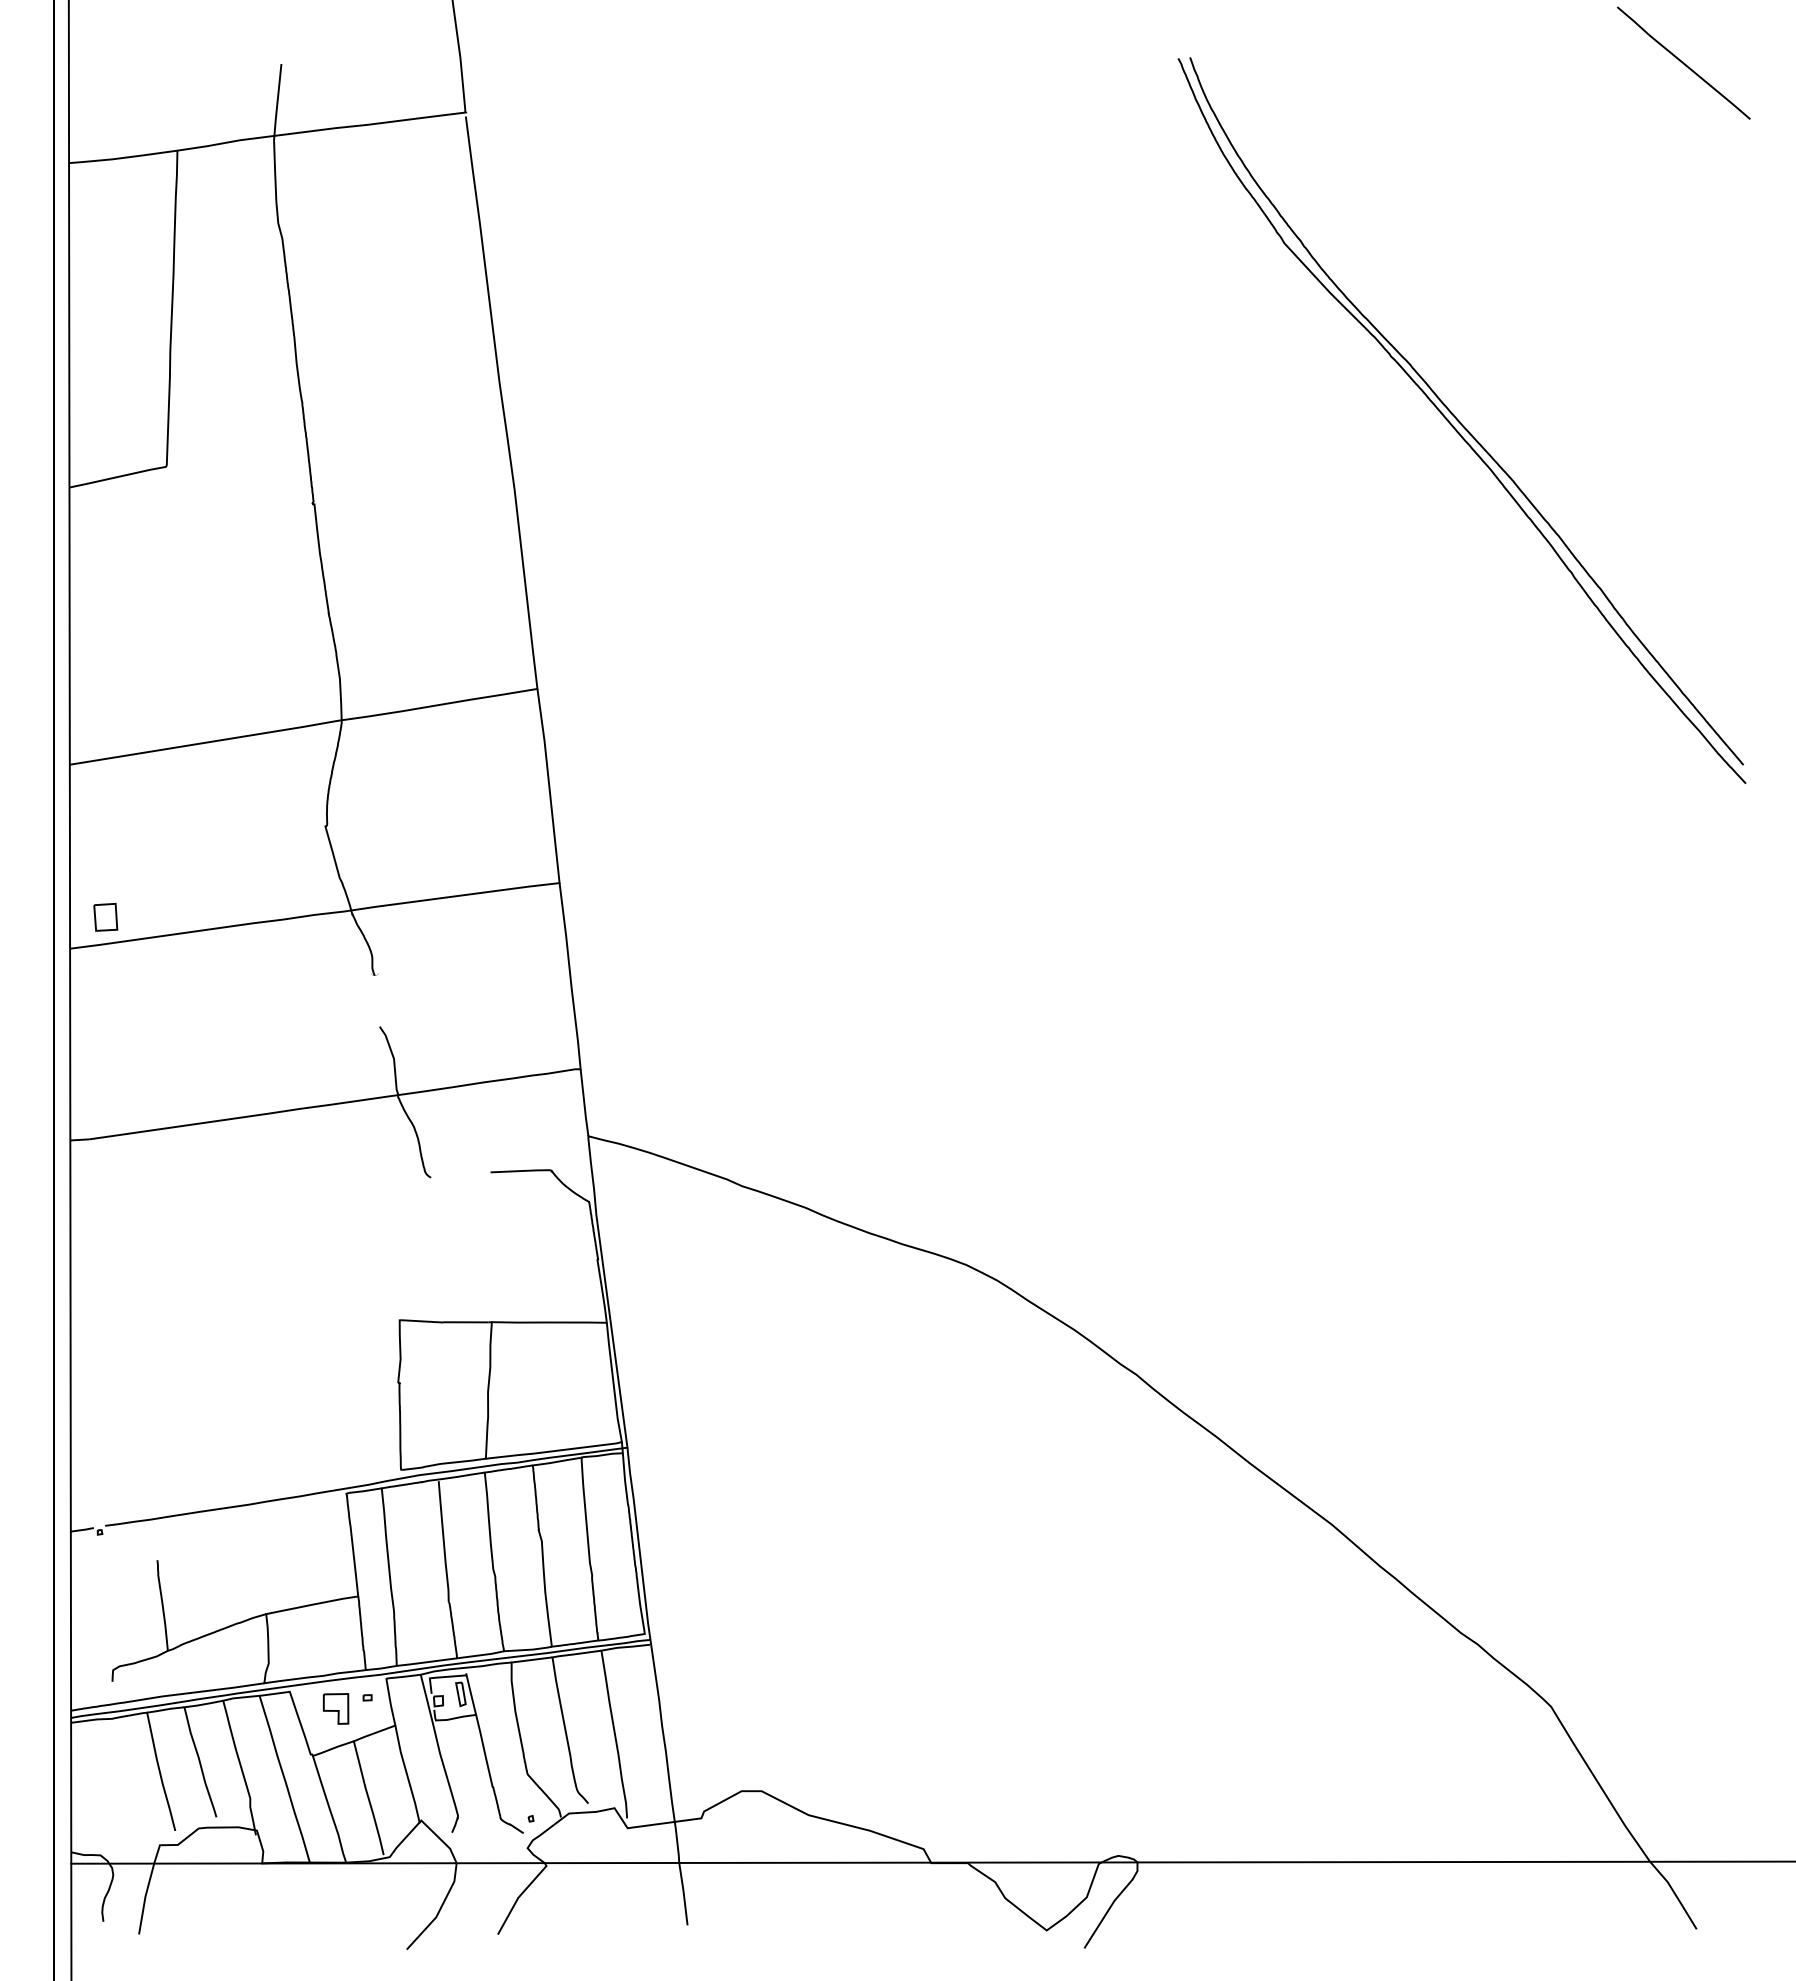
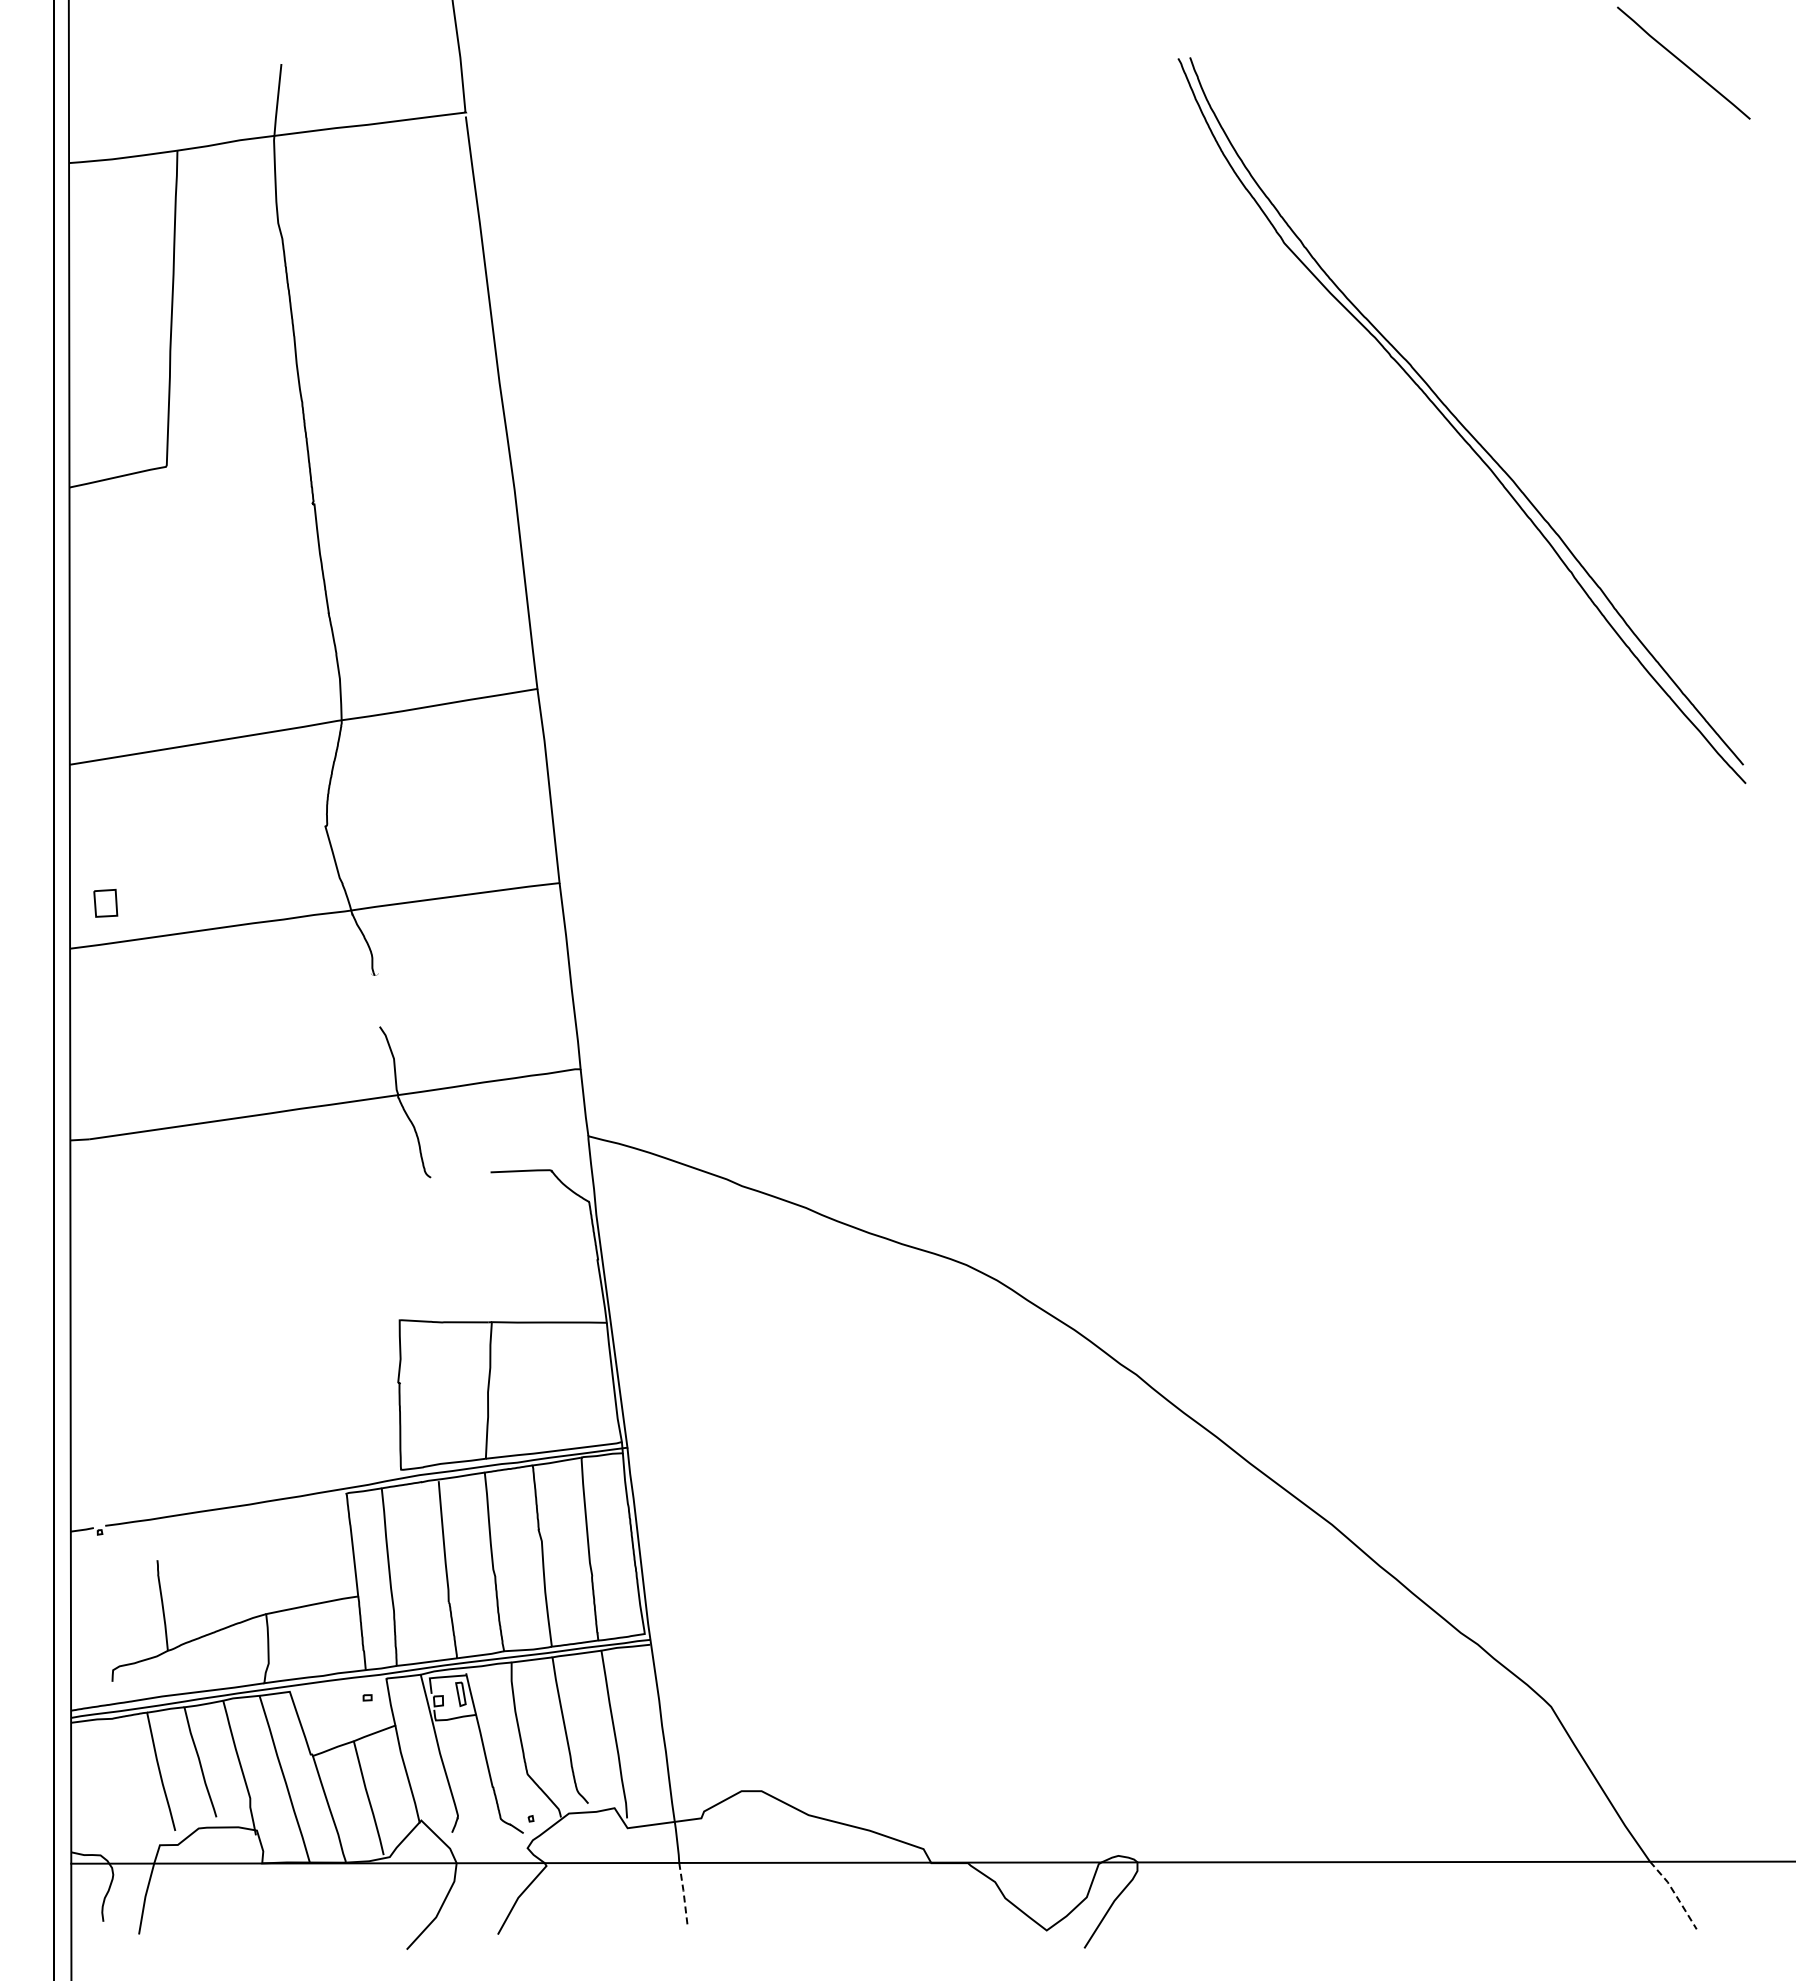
part at (105, 917) position: (105, 917) -> (105, 903)
part at (336, 1708): present -> none
line at (1674, 1893): solid -> dashed
line at (683, 1894): solid -> dashed
